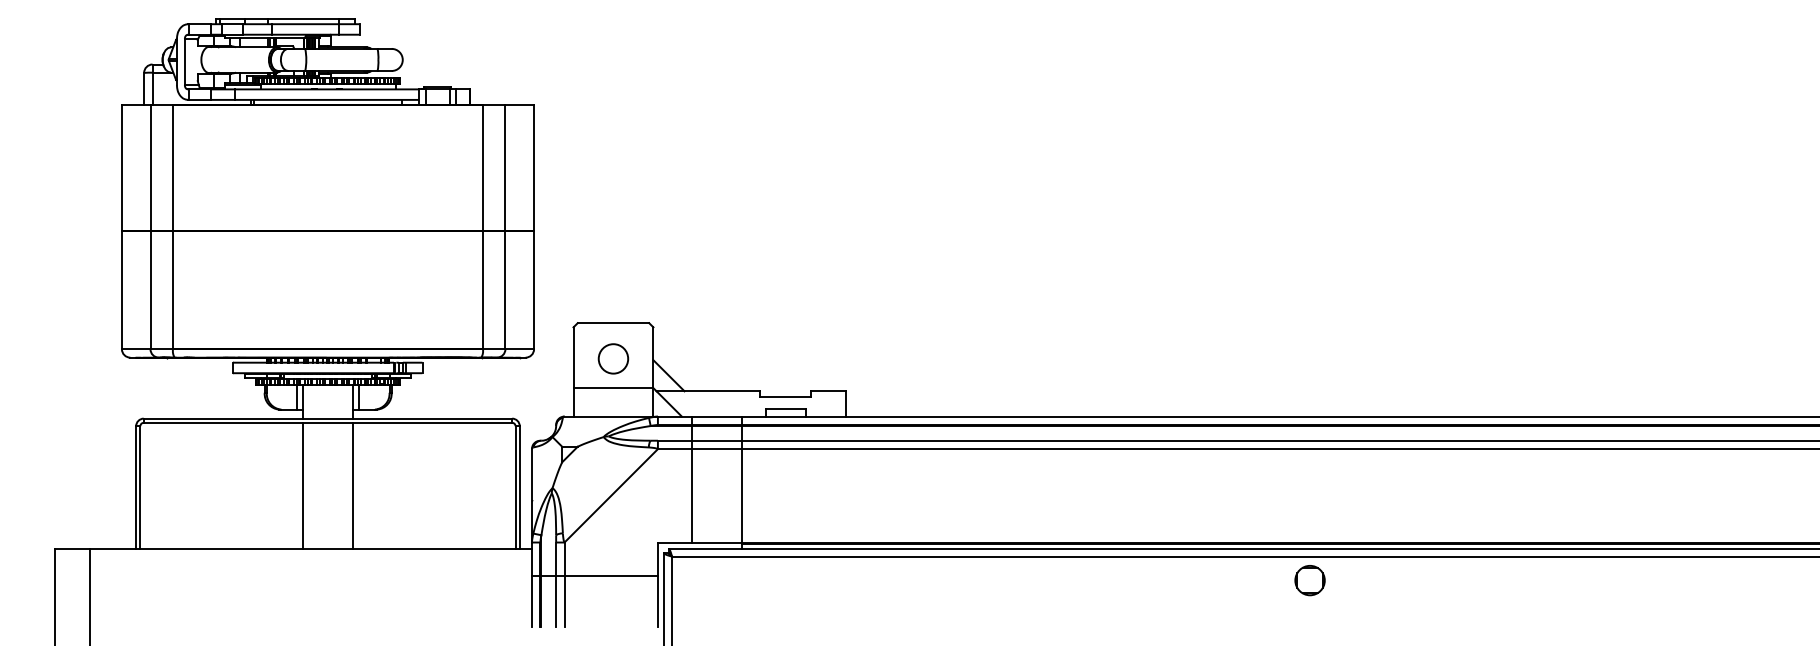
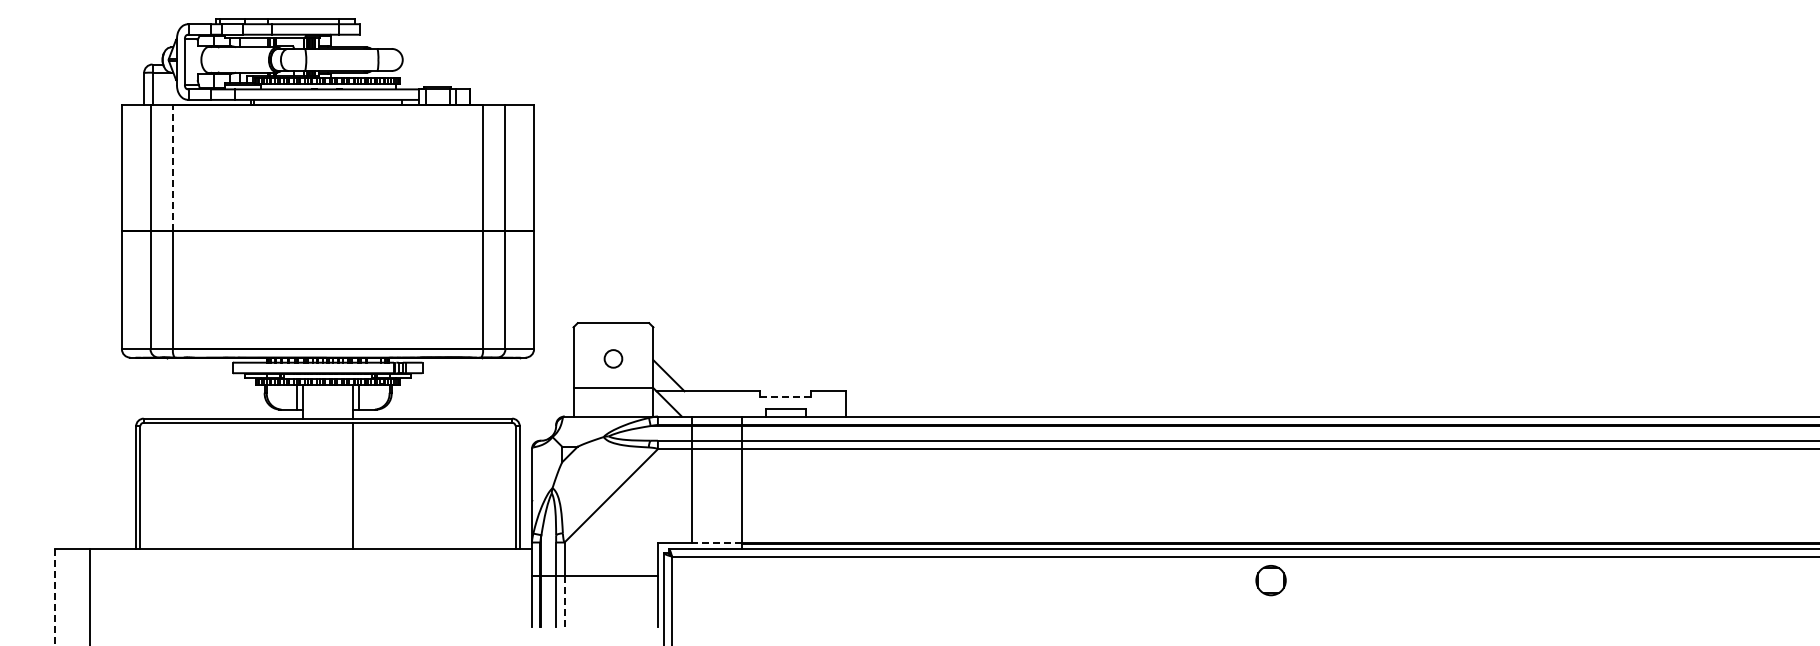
line at (173, 167): solid -> dashed
circle at (613, 358) diameter: 29 px -> 18 px
line at (786, 396): solid -> dashed
line at (302, 485): present -> none
line at (716, 542): solid -> dashed
part at (1309, 580) position: (1309, 580) -> (1270, 580)
line at (54, 597): solid -> dashed
line at (564, 602): solid -> dashed
